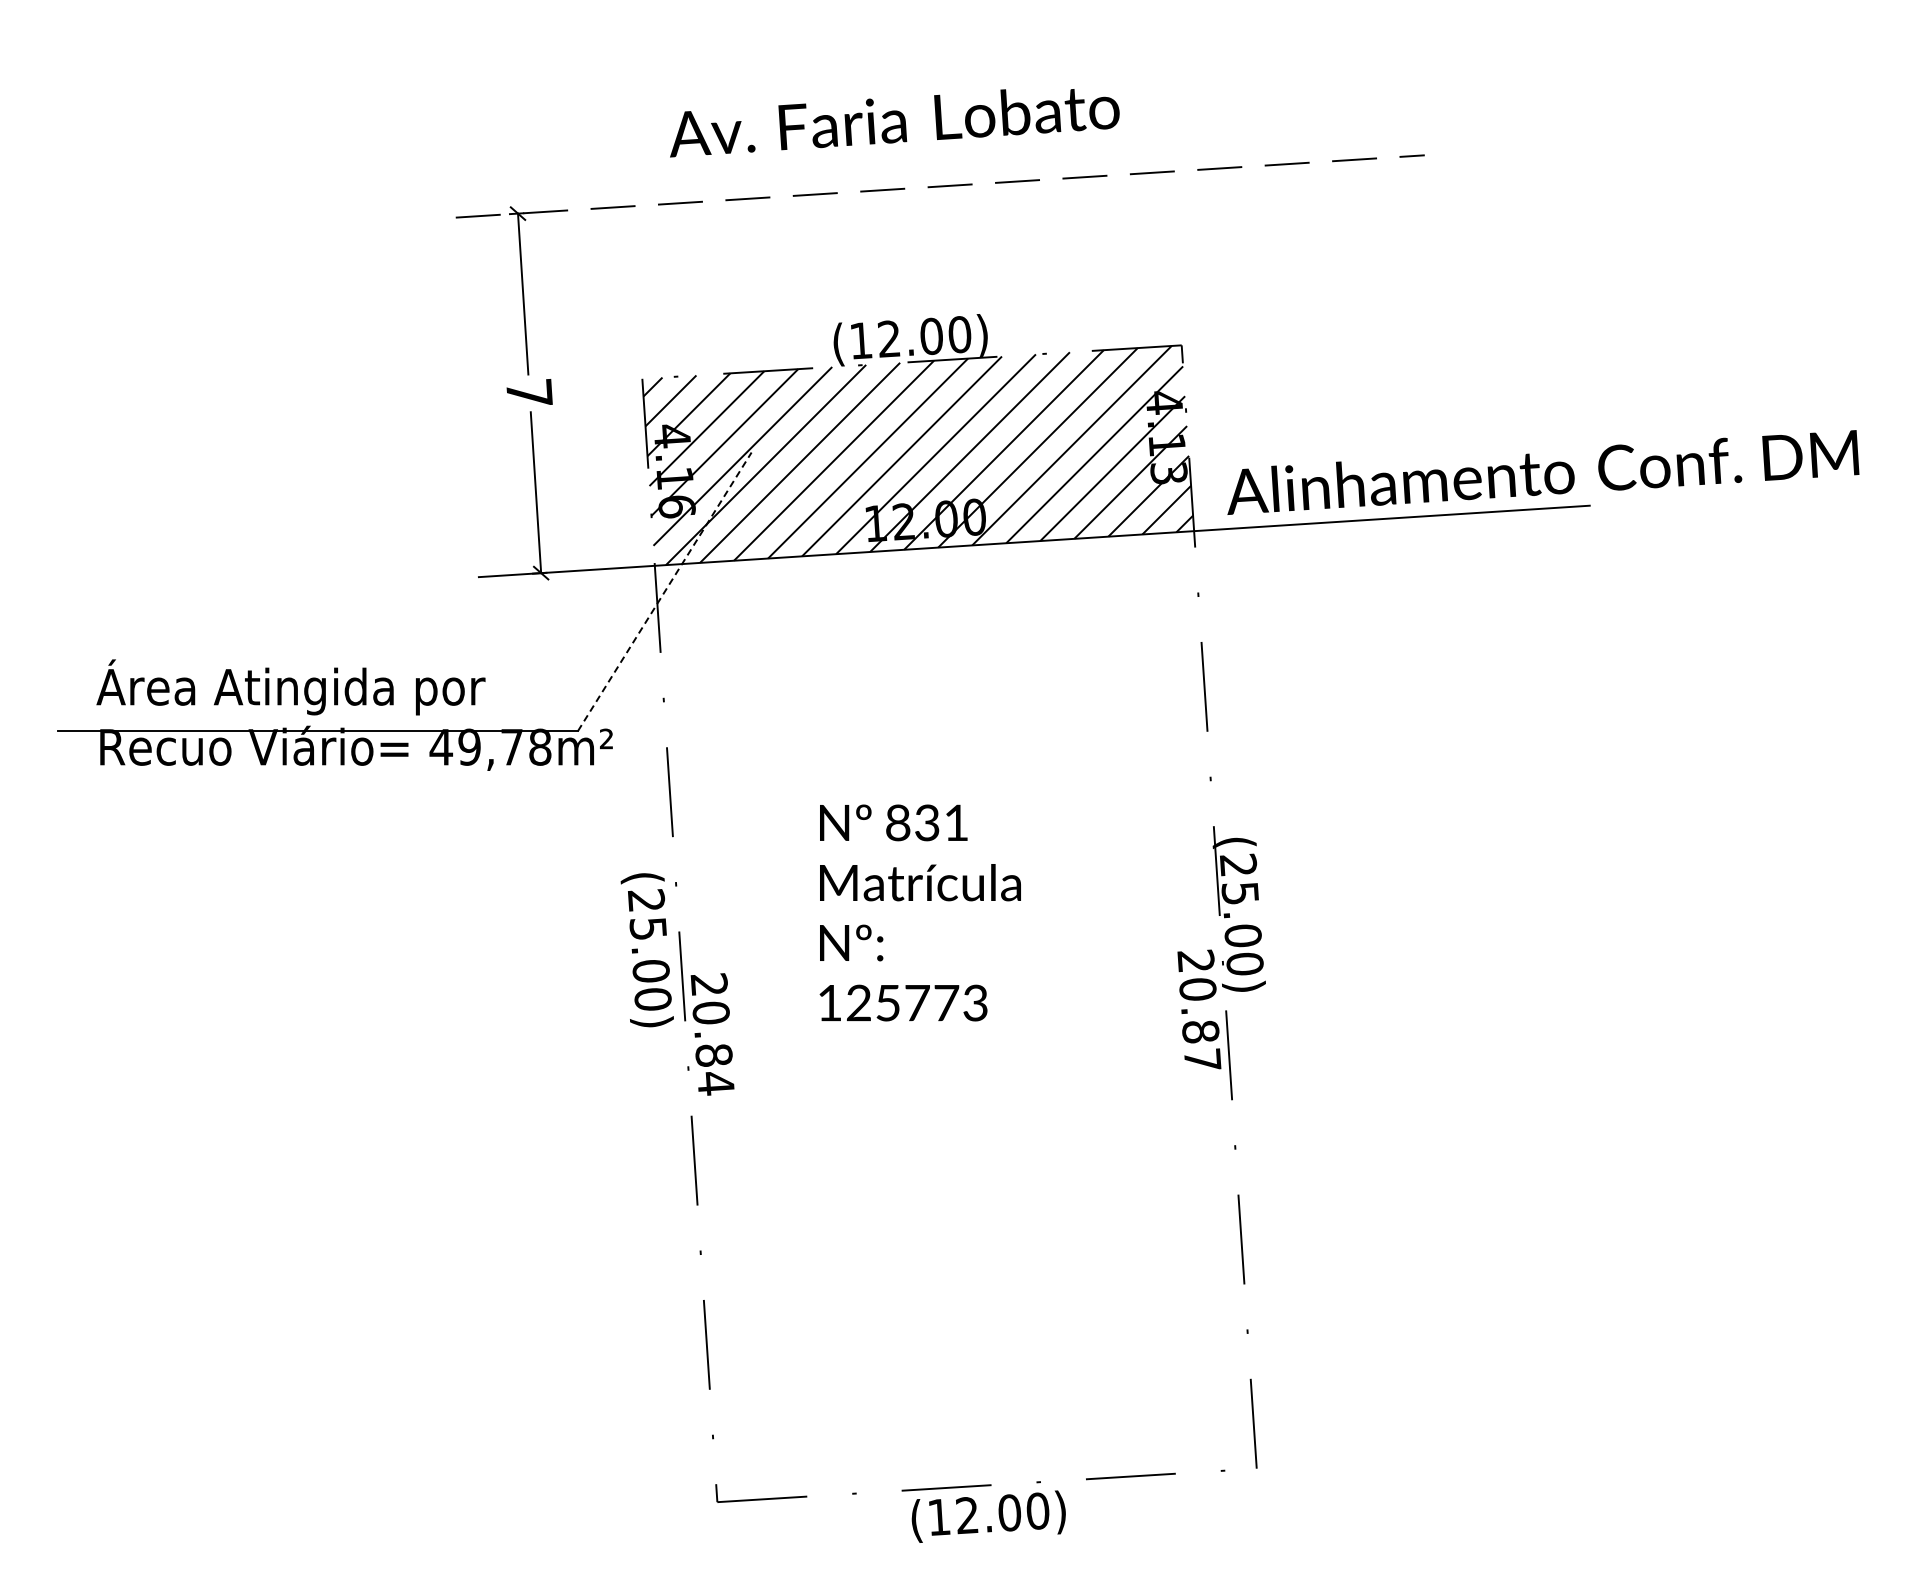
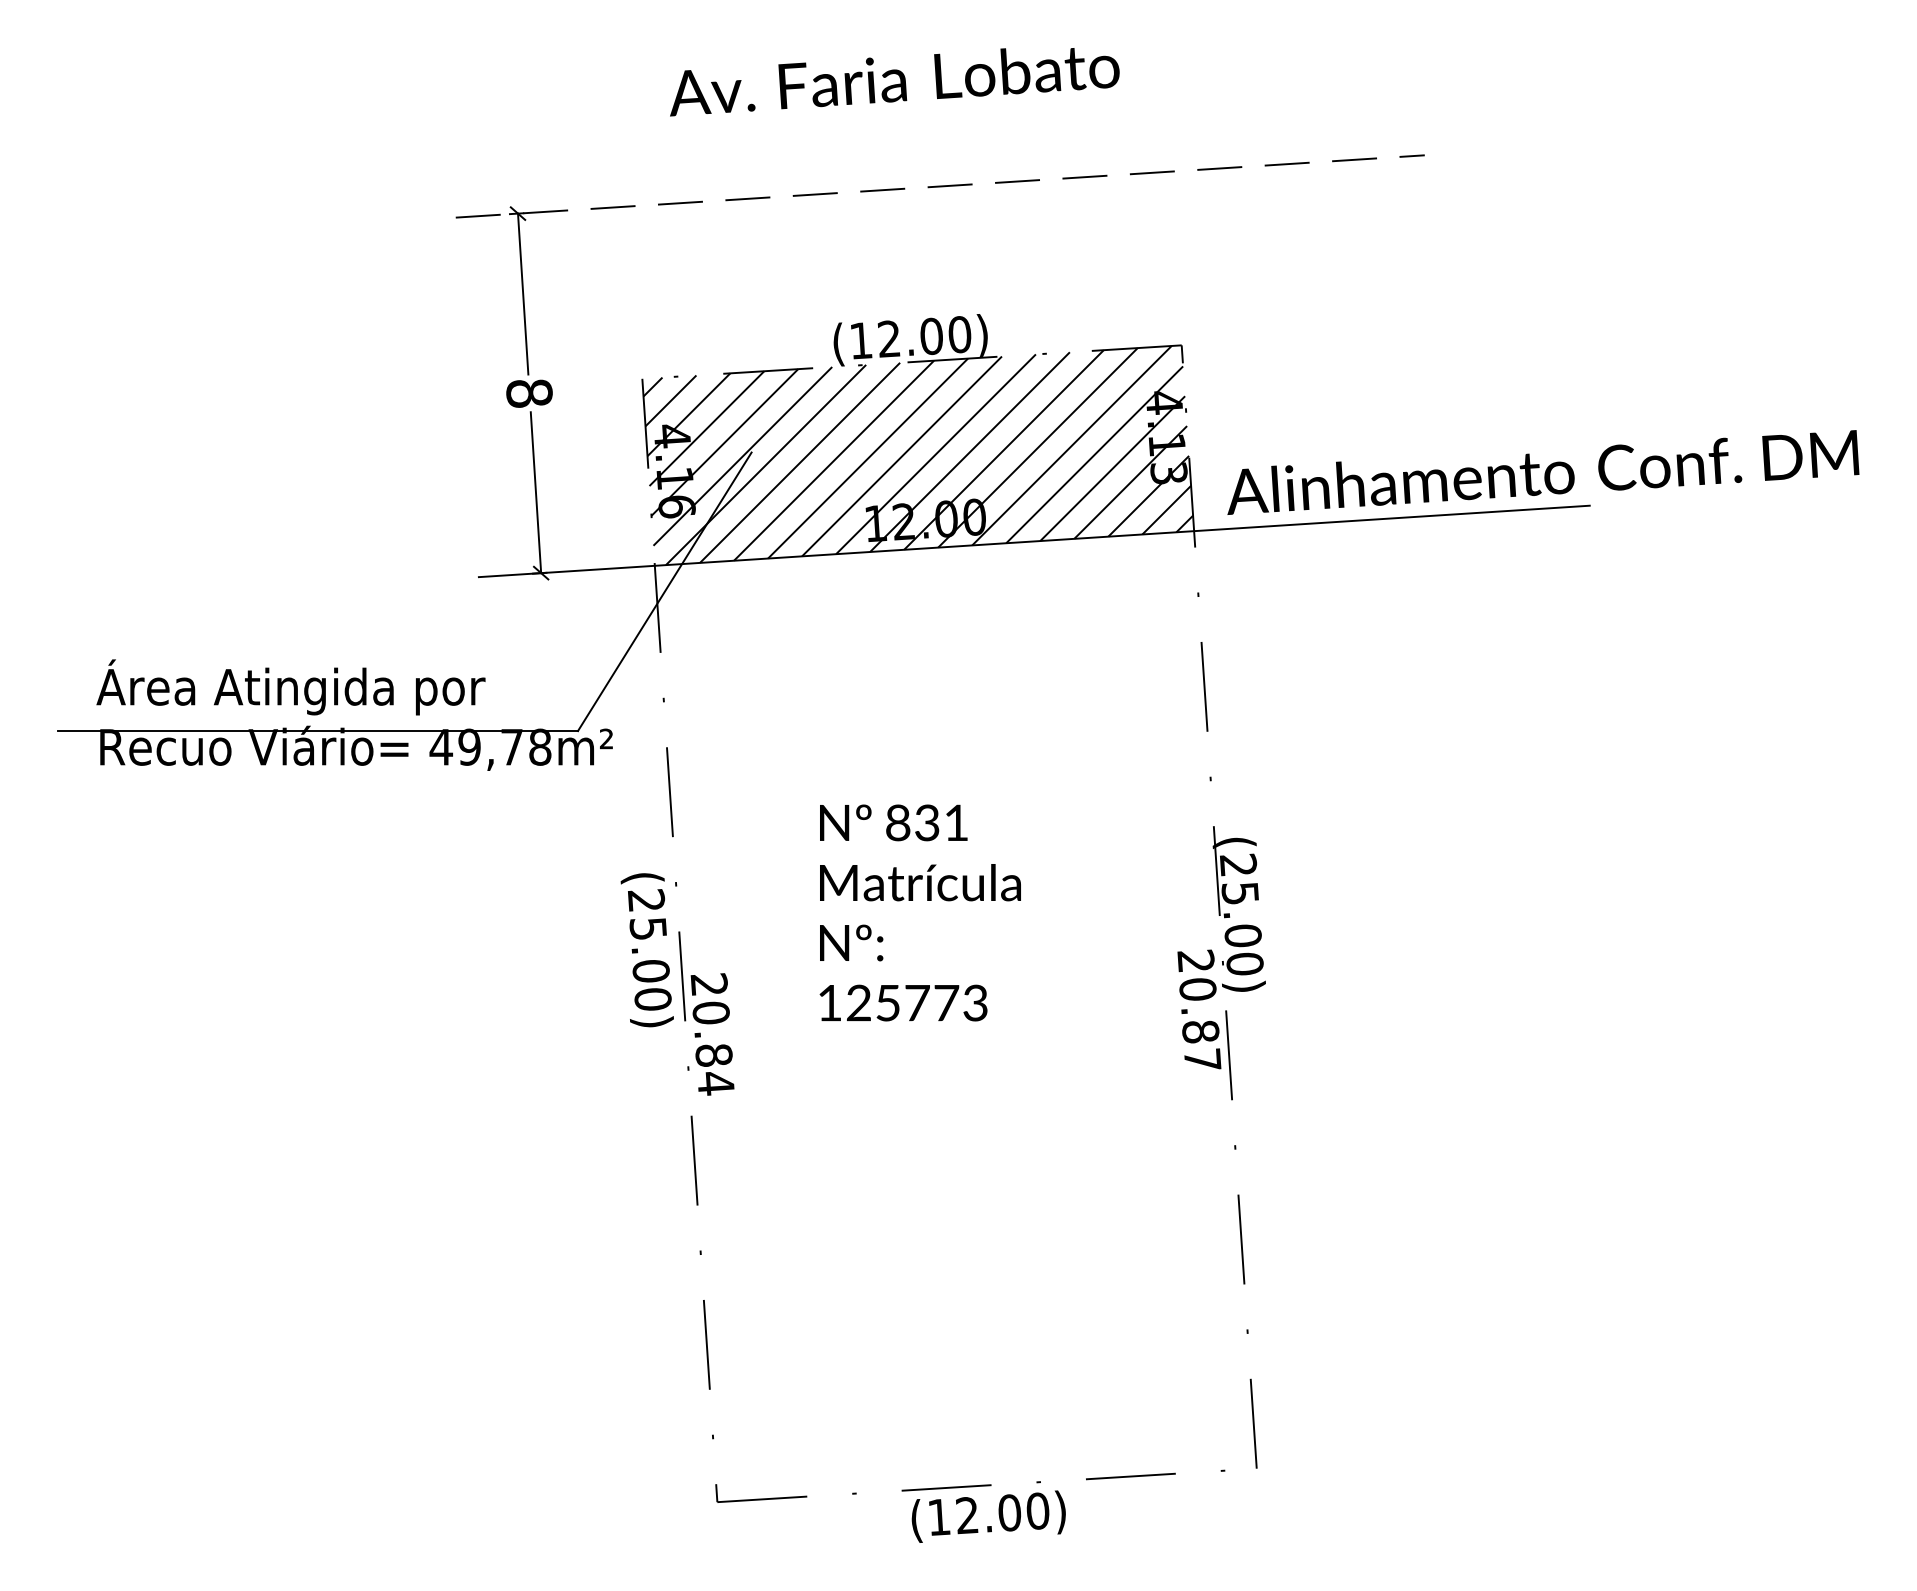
text at (894, 123) position: (894, 123) -> (894, 82)
text at (529, 393): 7 -> 8
line at (665, 591): dashed -> solid
